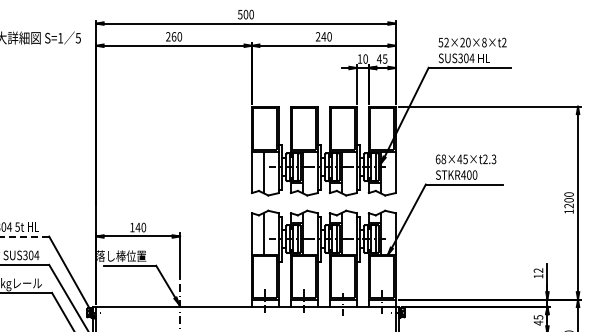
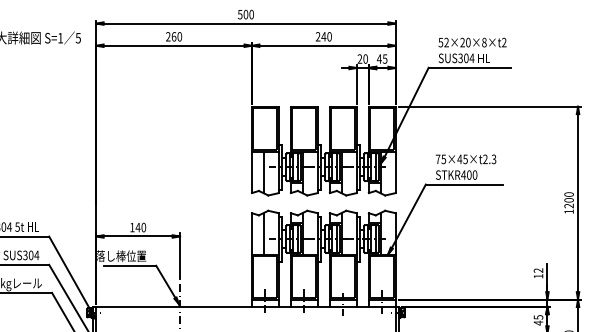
text at (359, 58): 10 -> 20
text at (440, 159): 68×45×t2.3 -> 75×45×t2.3
line at (25, 236): dashed -> solid
